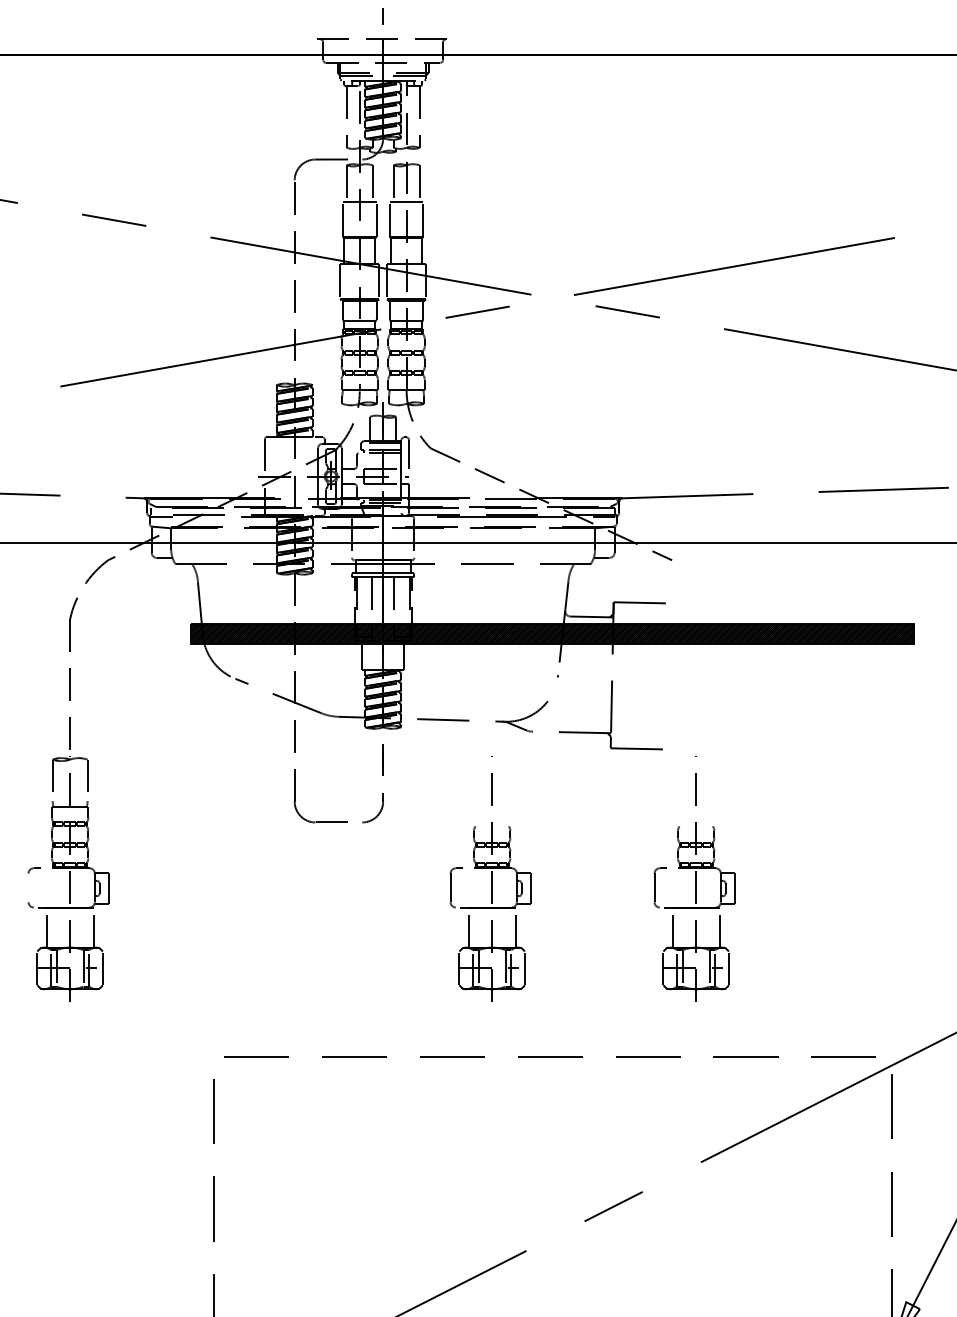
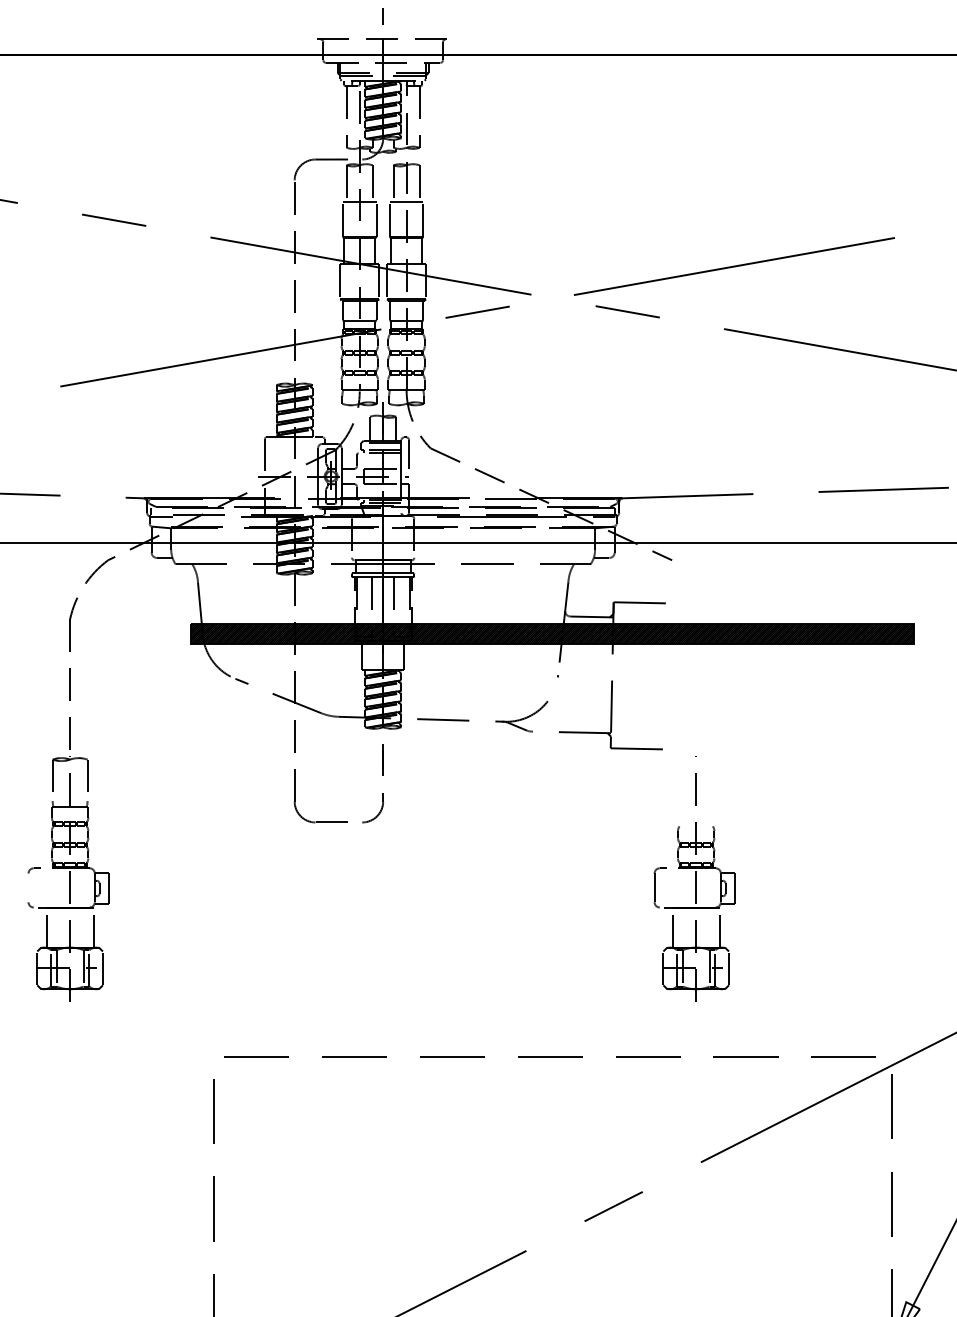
part at (490, 878): present -> none
